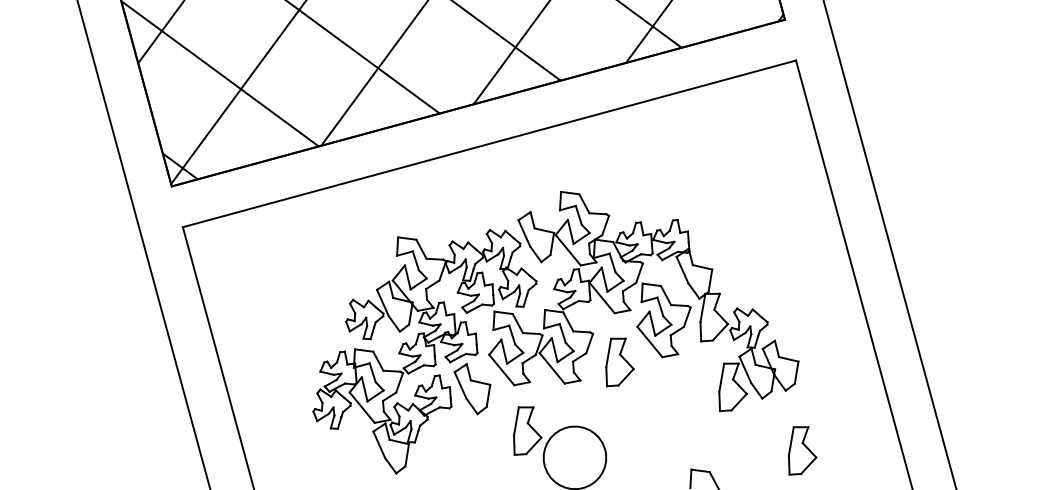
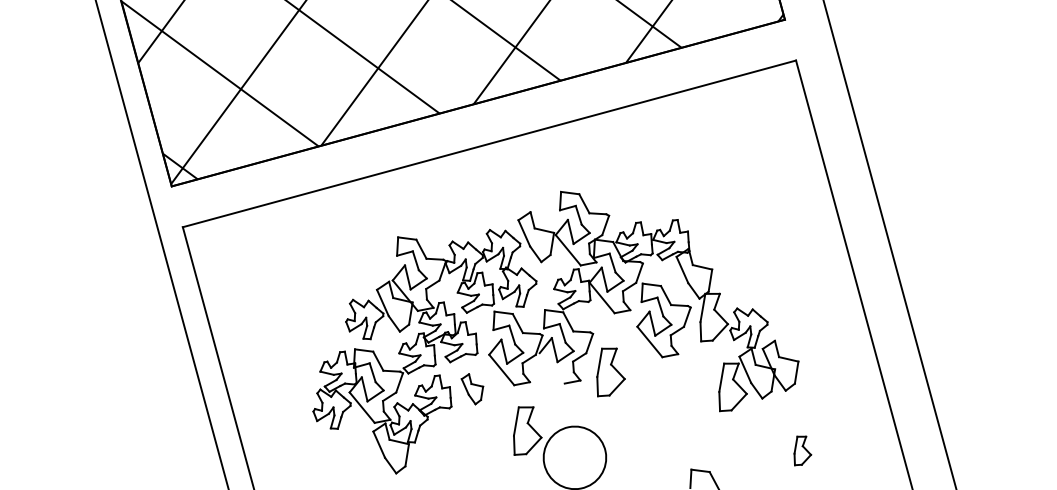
line at (143, 244) position: (143, 244) -> (161, 244)
part at (619, 362) position: (619, 362) -> (610, 372)
line at (551, 368): present -> none
part at (472, 389) size: 39x53 px -> 25x33 px
part at (802, 450) size: 30x50 px -> 20x32 px
